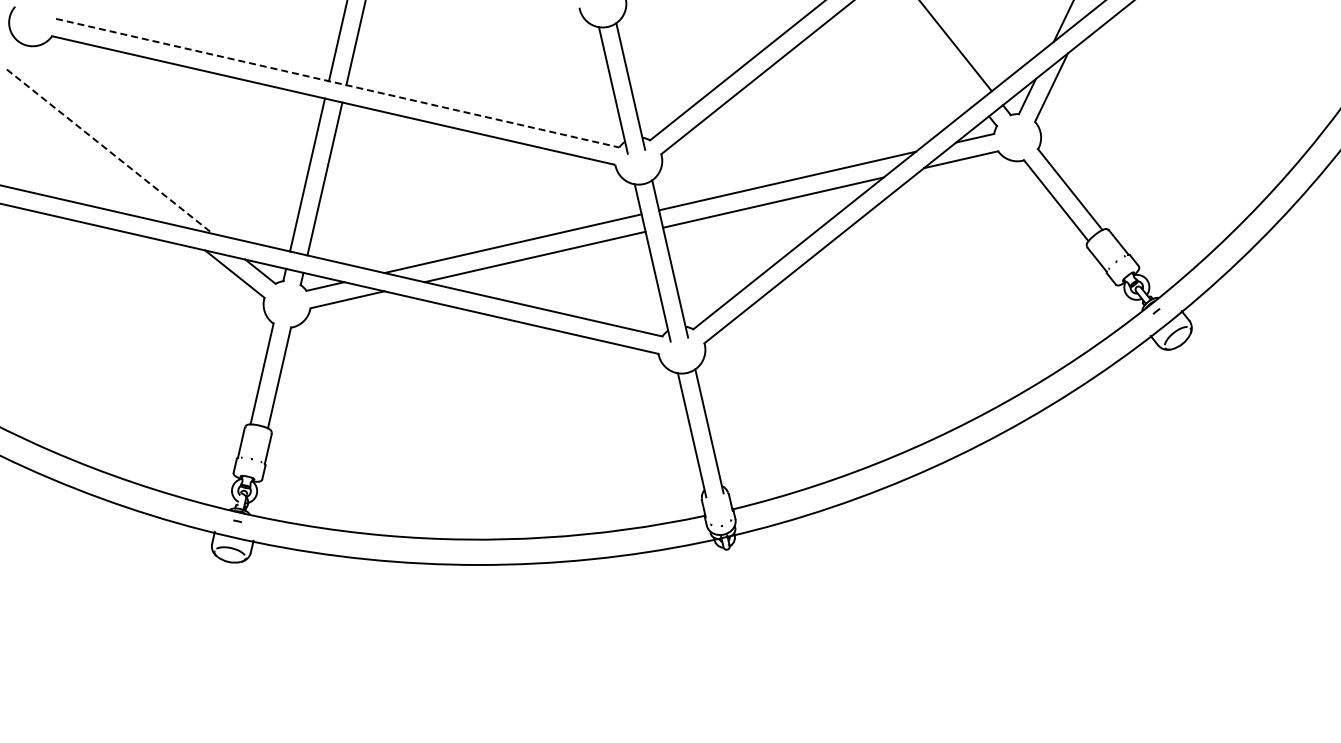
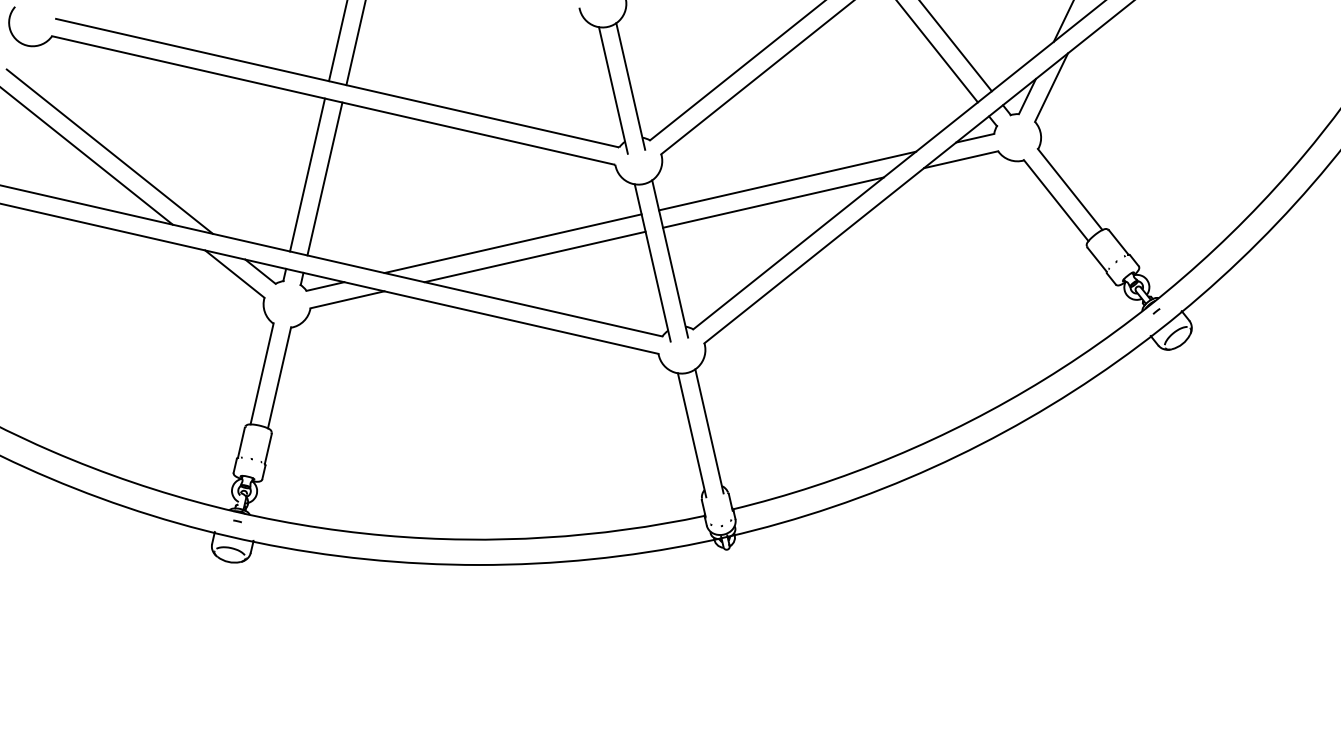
line at (937, 52): none -> present
line at (337, 83): dashed -> solid
line at (109, 151): dashed -> solid
line at (87, 156): none -> present
